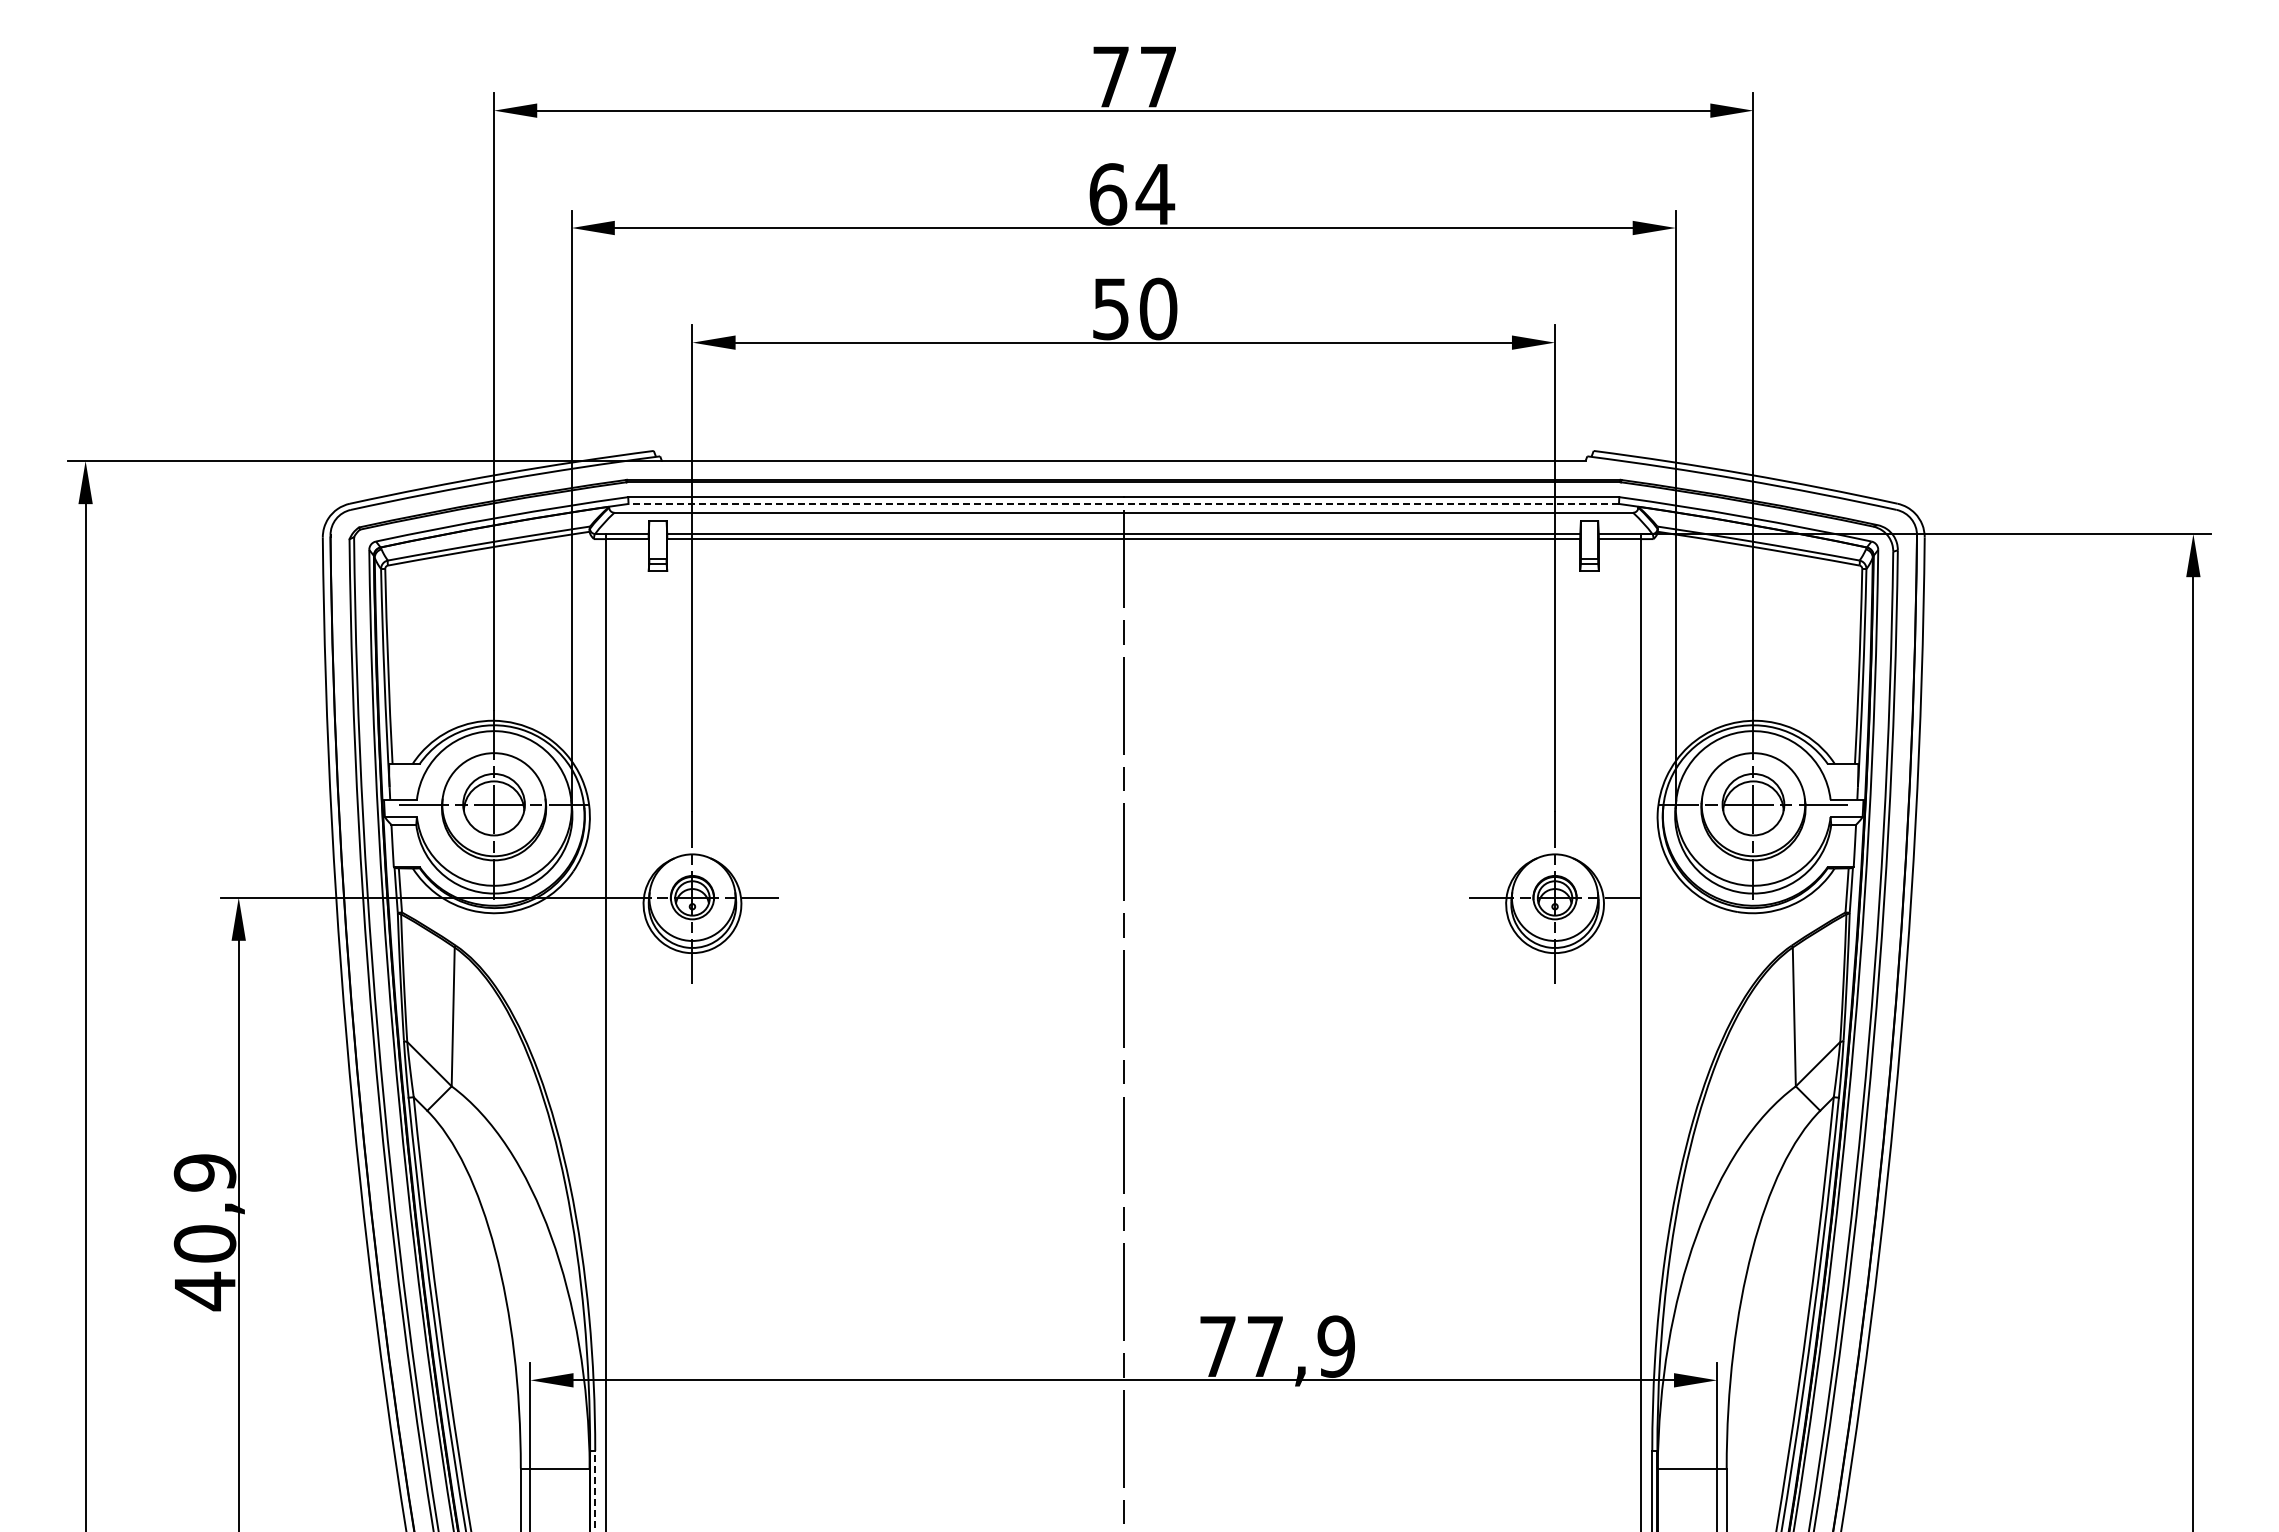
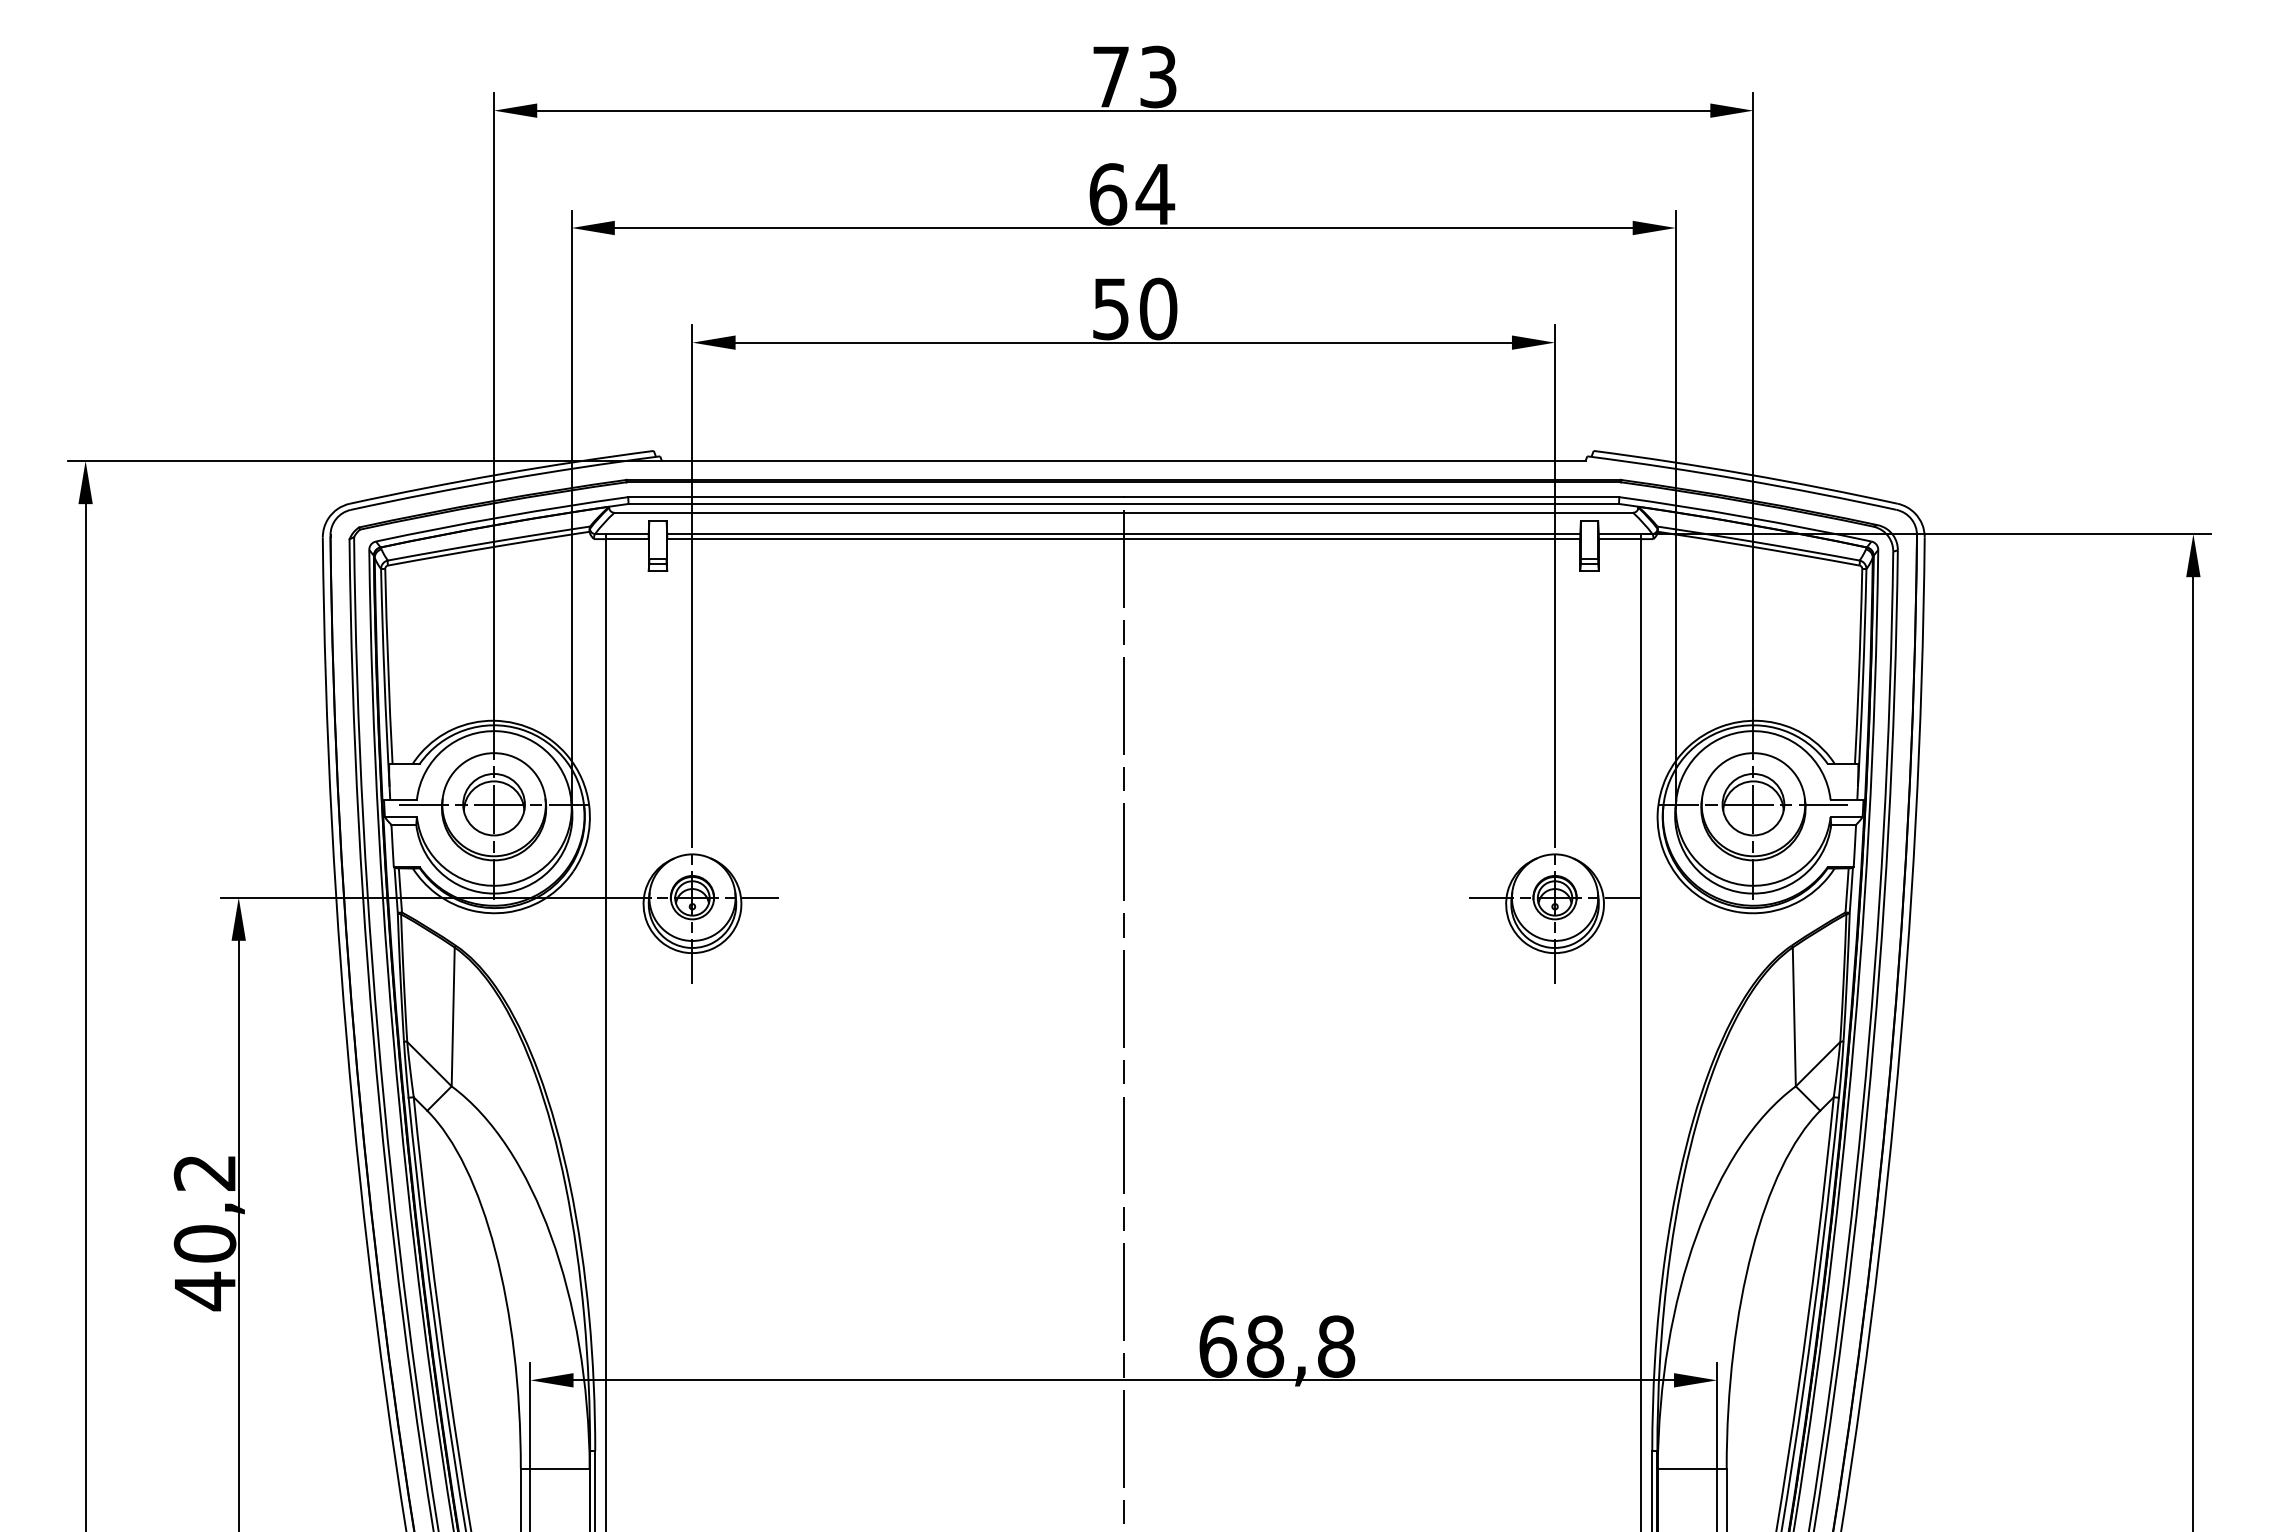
text at (1158, 76): 77 -> 73
line at (1123, 503): dashed -> solid
text at (204, 1172): 40,9 -> 40,2
text at (1277, 1346): 77,9 -> 68,8
line at (595, 1491): dashed -> solid
